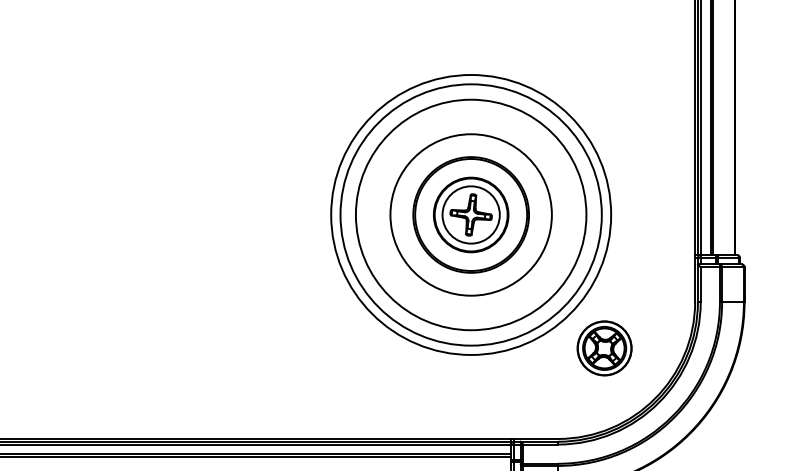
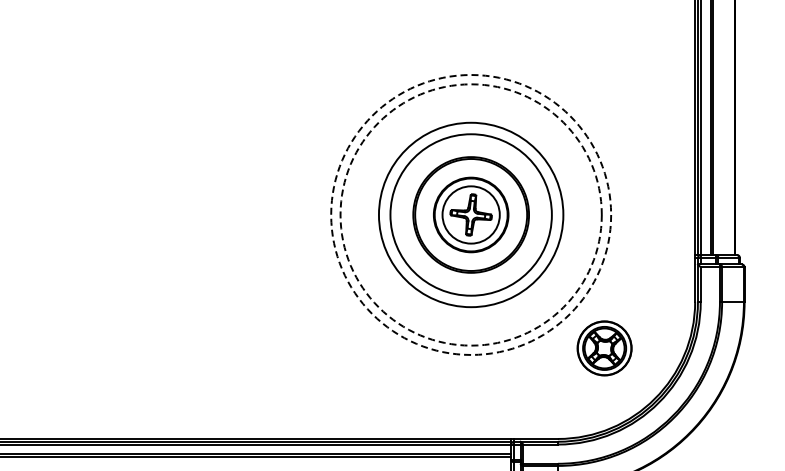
circle at (470, 214) diameter: 231 px -> 184 px
circle at (470, 214): solid -> dashed
circle at (471, 214): solid -> dashed
